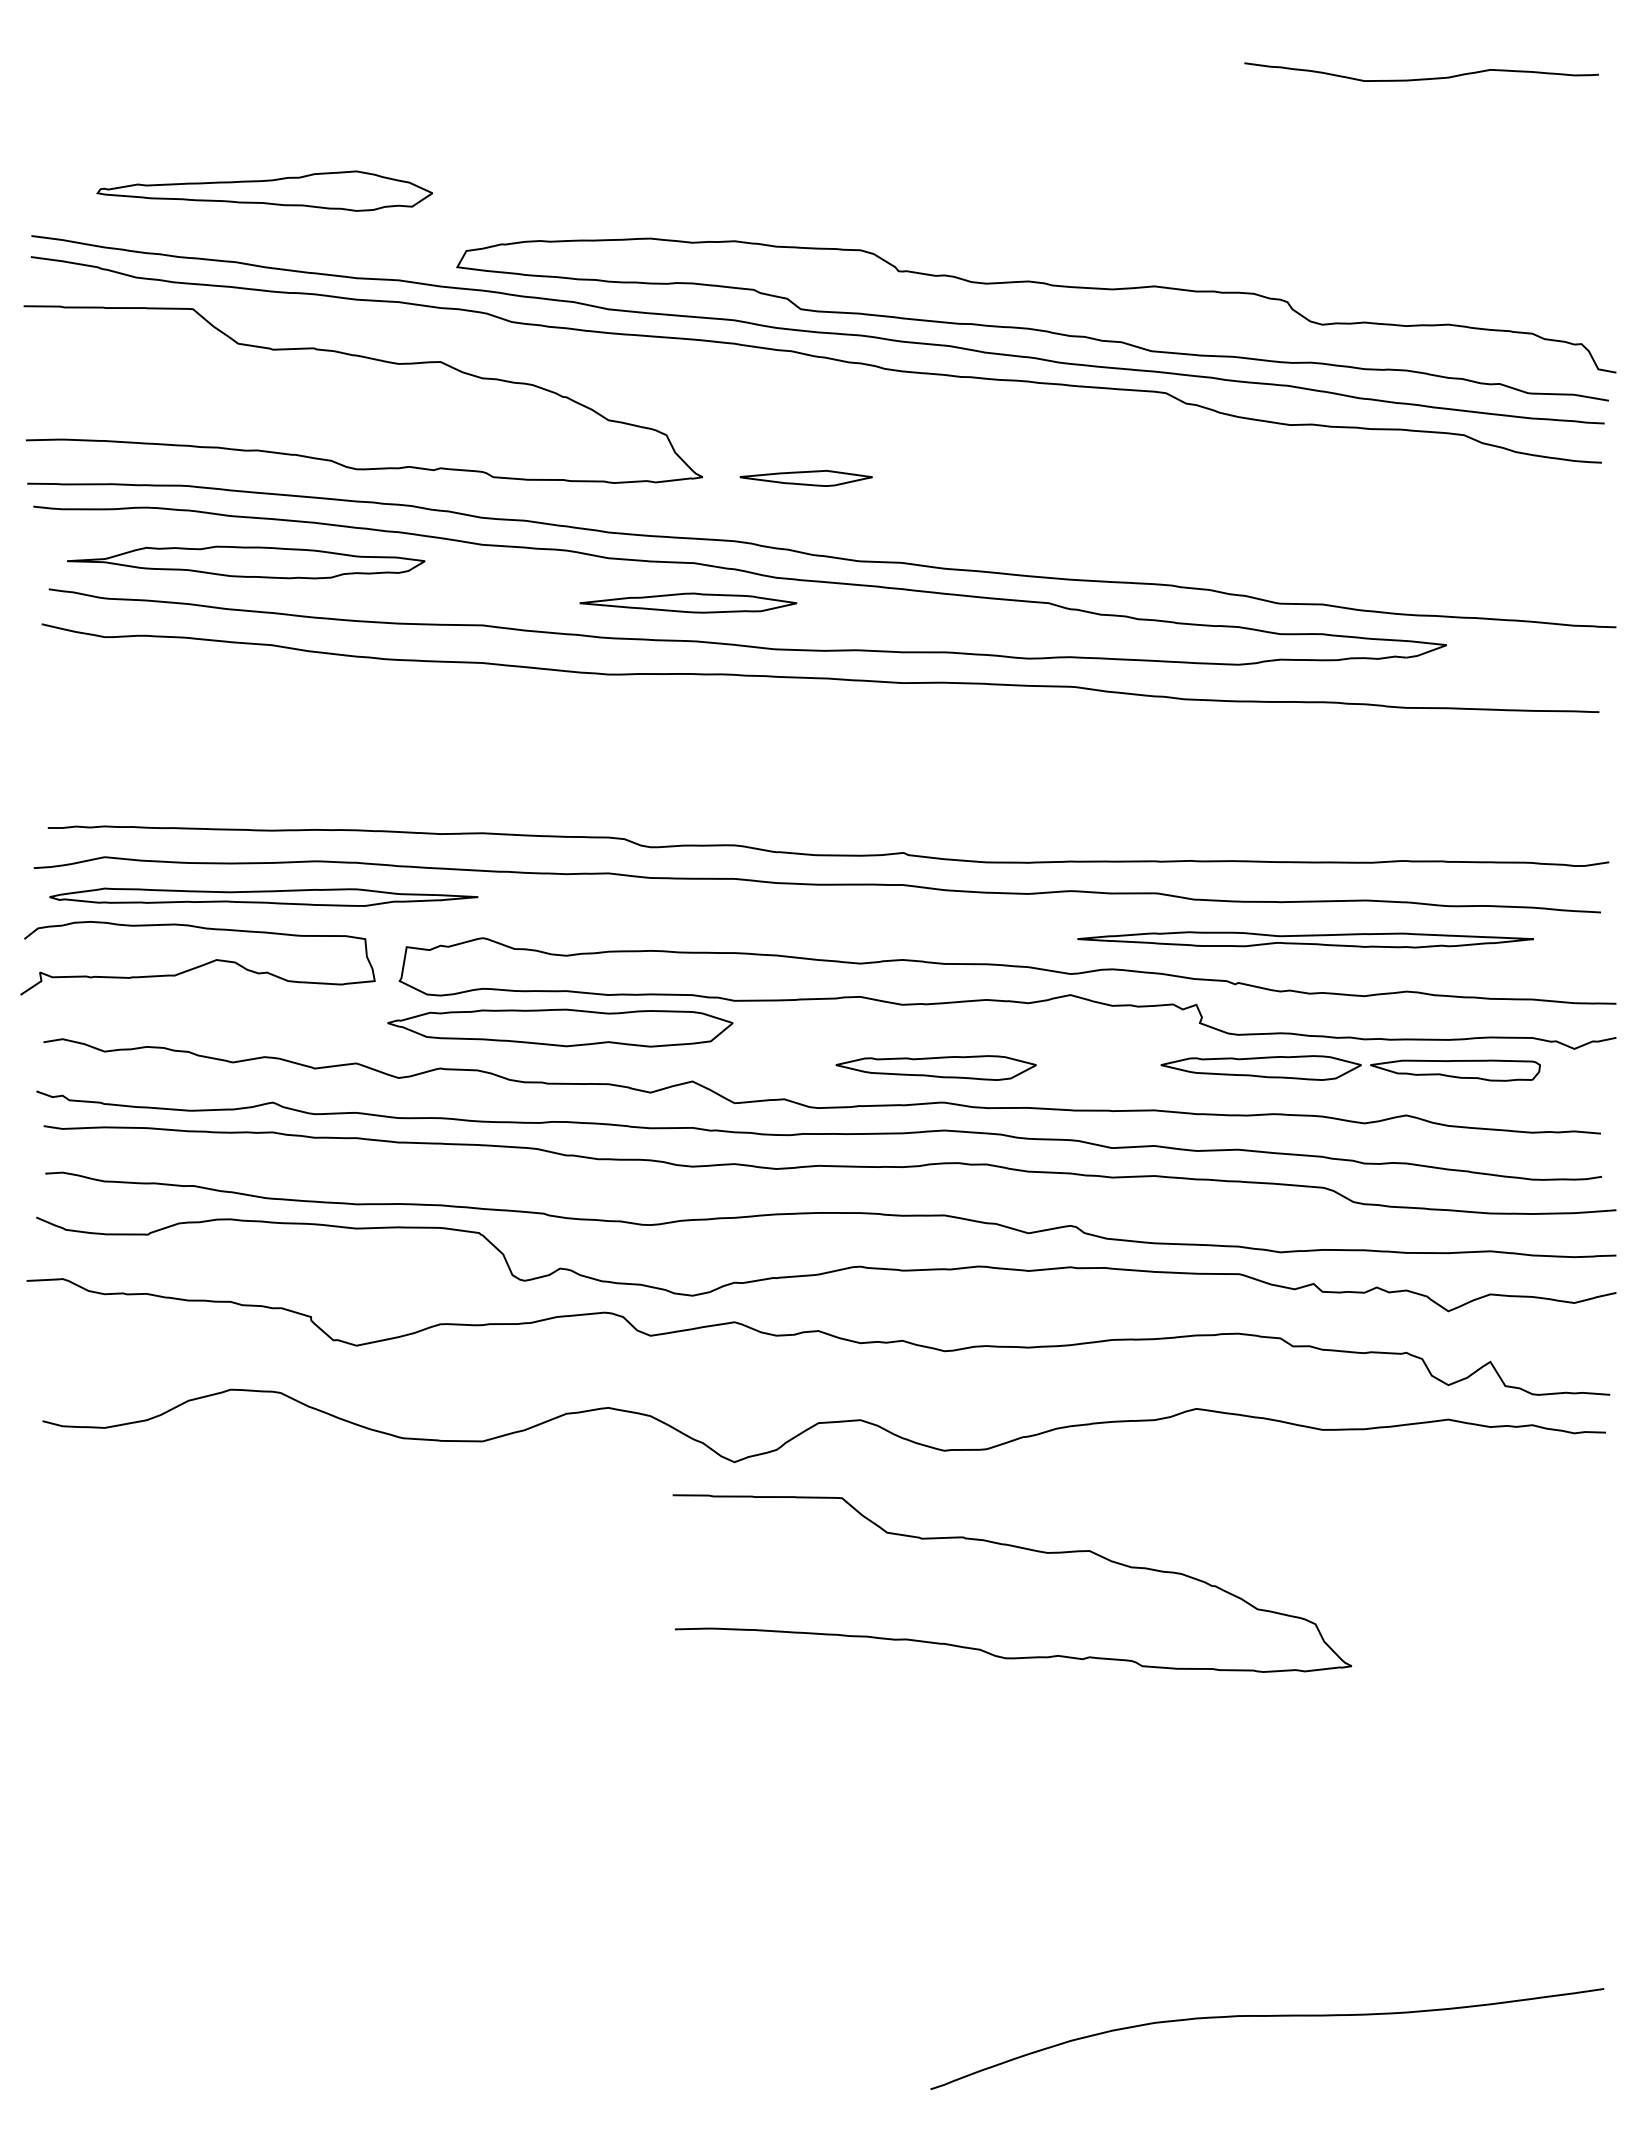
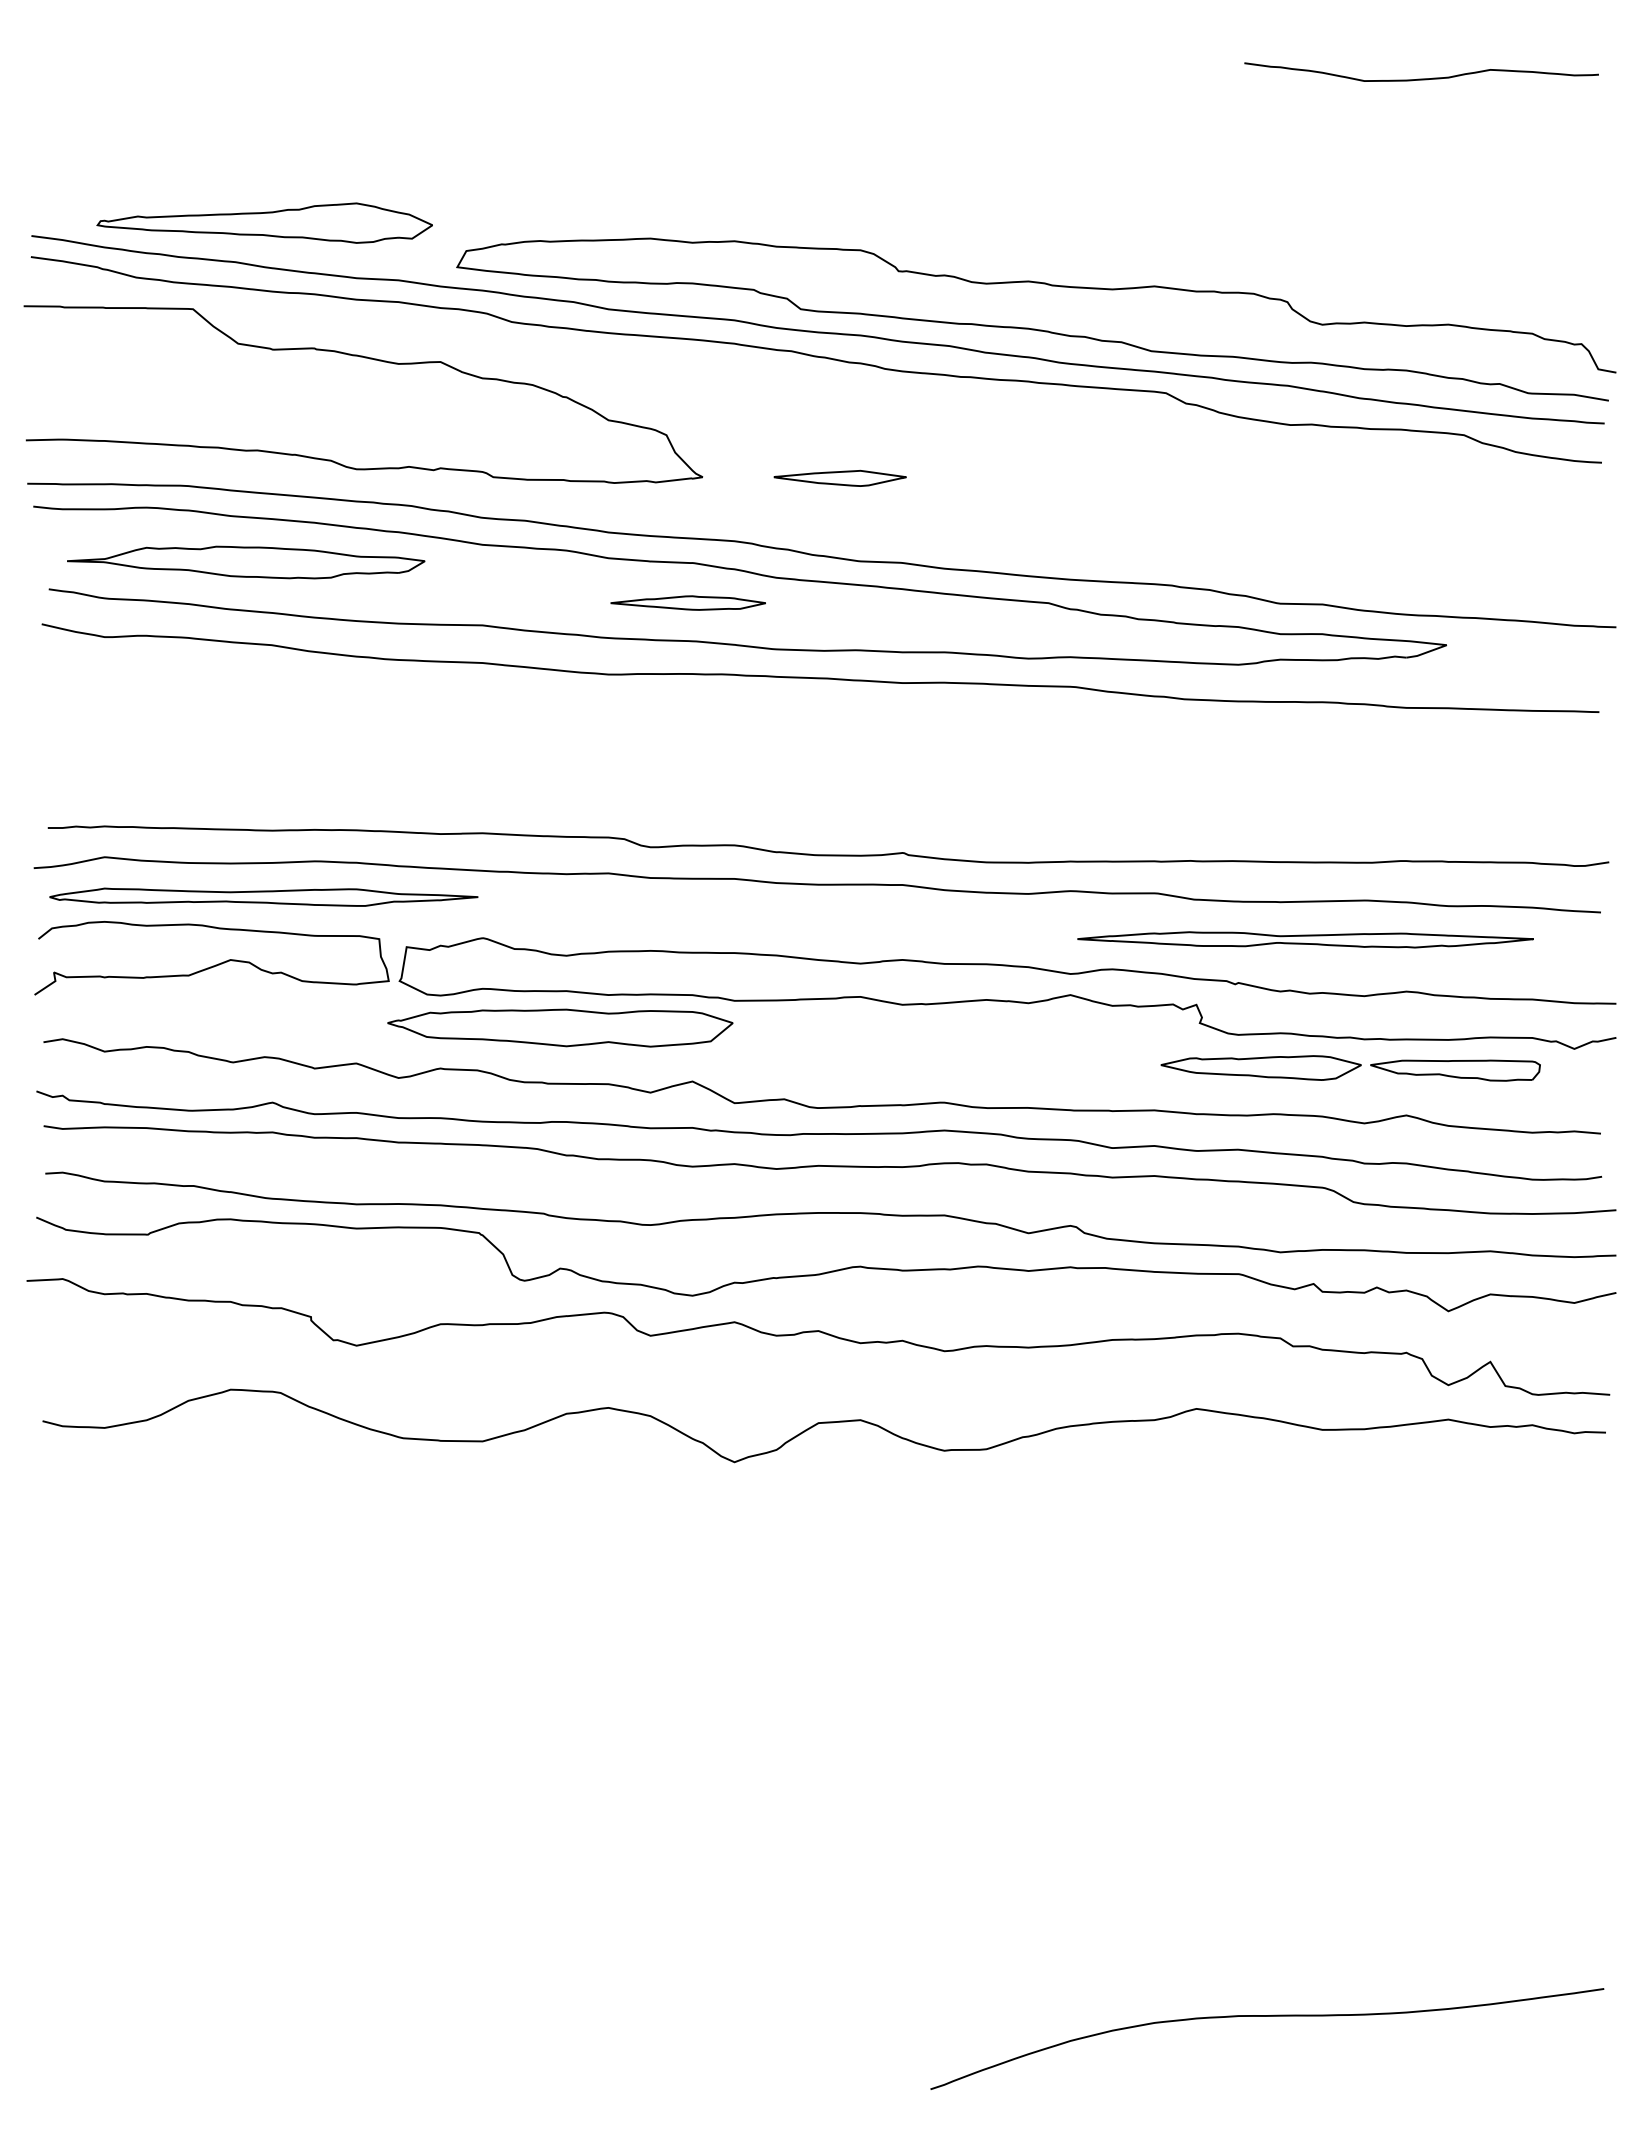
part at (264, 190) position: (264, 190) -> (264, 222)
part at (805, 477) position: (805, 477) -> (839, 477)
part at (688, 602) size: 219x22 px -> 156x16 px
curve at (201, 964) position: (201, 964) -> (215, 964)
part at (935, 1067): present -> none
curve at (1018, 1548): present -> none
